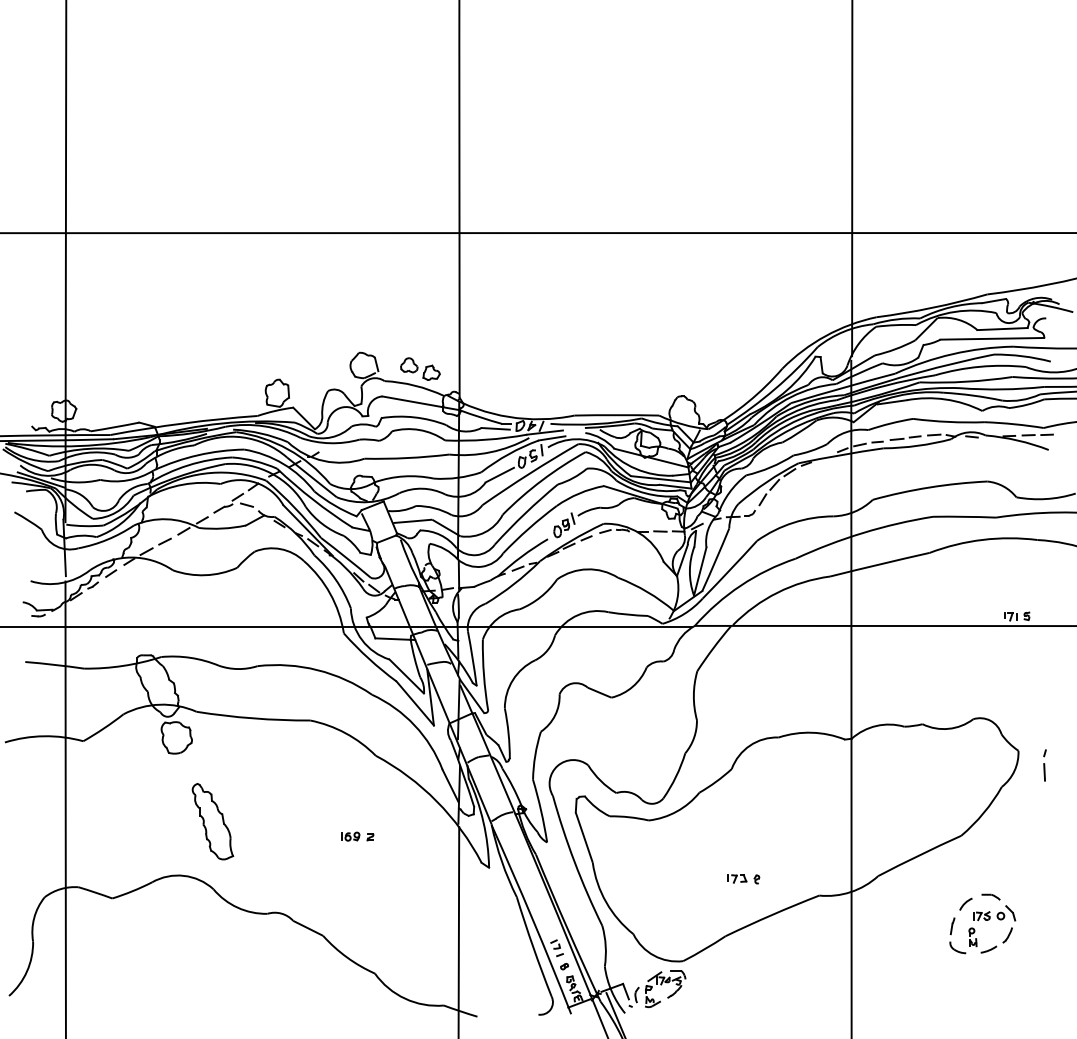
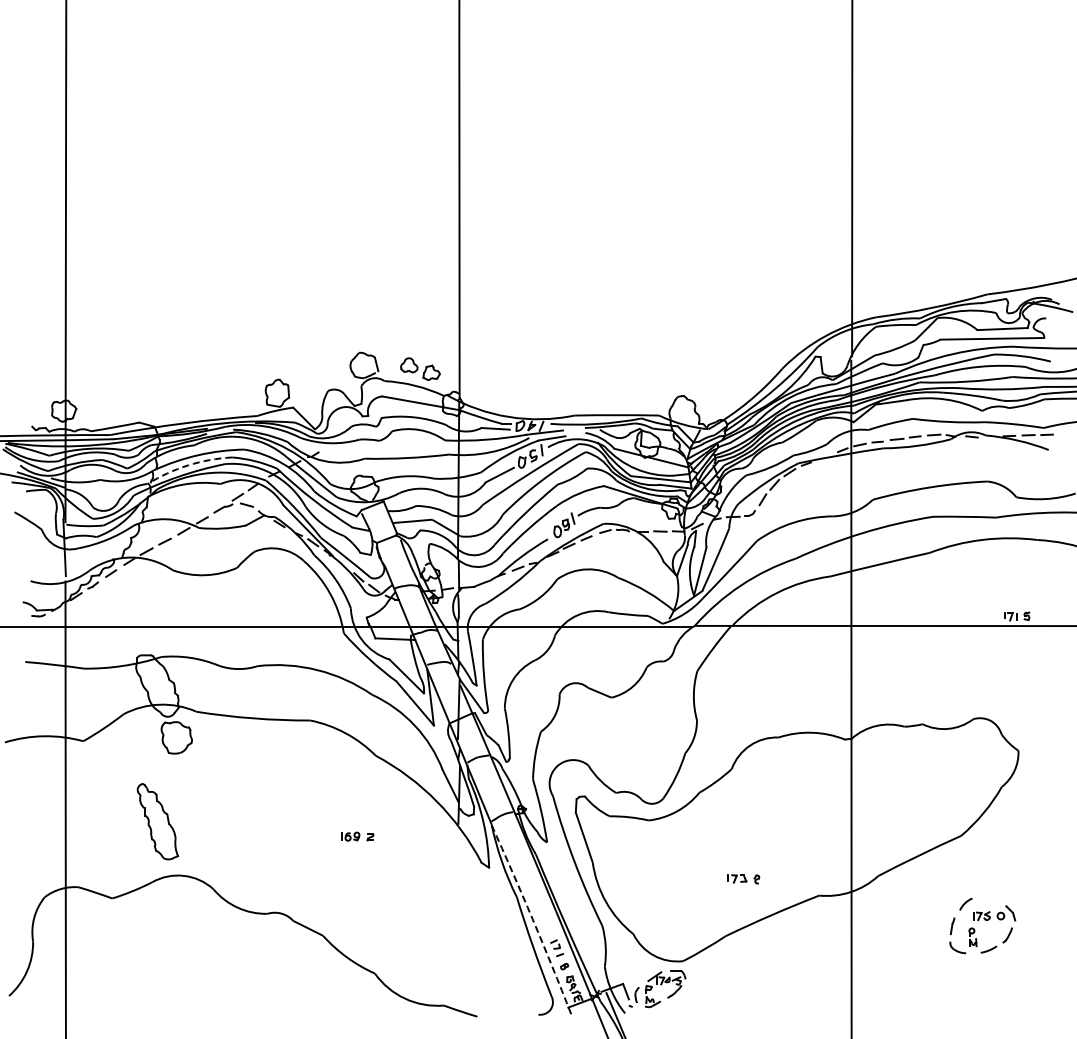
line at (537, 233): present -> none
arc at (188, 465): solid -> dashed
part at (1044, 765): present -> none
part at (212, 821) position: (212, 821) -> (157, 821)
part at (990, 896): present -> none
arc at (532, 919): solid -> dashed
line at (458, 931): present -> none
